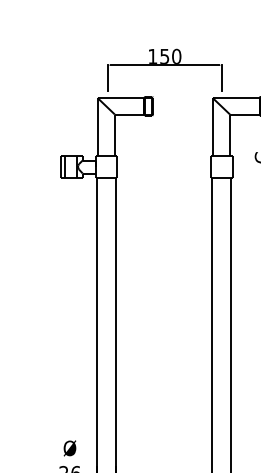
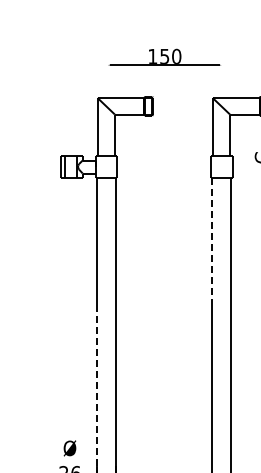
line at (107, 77): present -> none
line at (221, 77): present -> none
line at (212, 241): solid -> dashed
line at (97, 388): solid -> dashed
